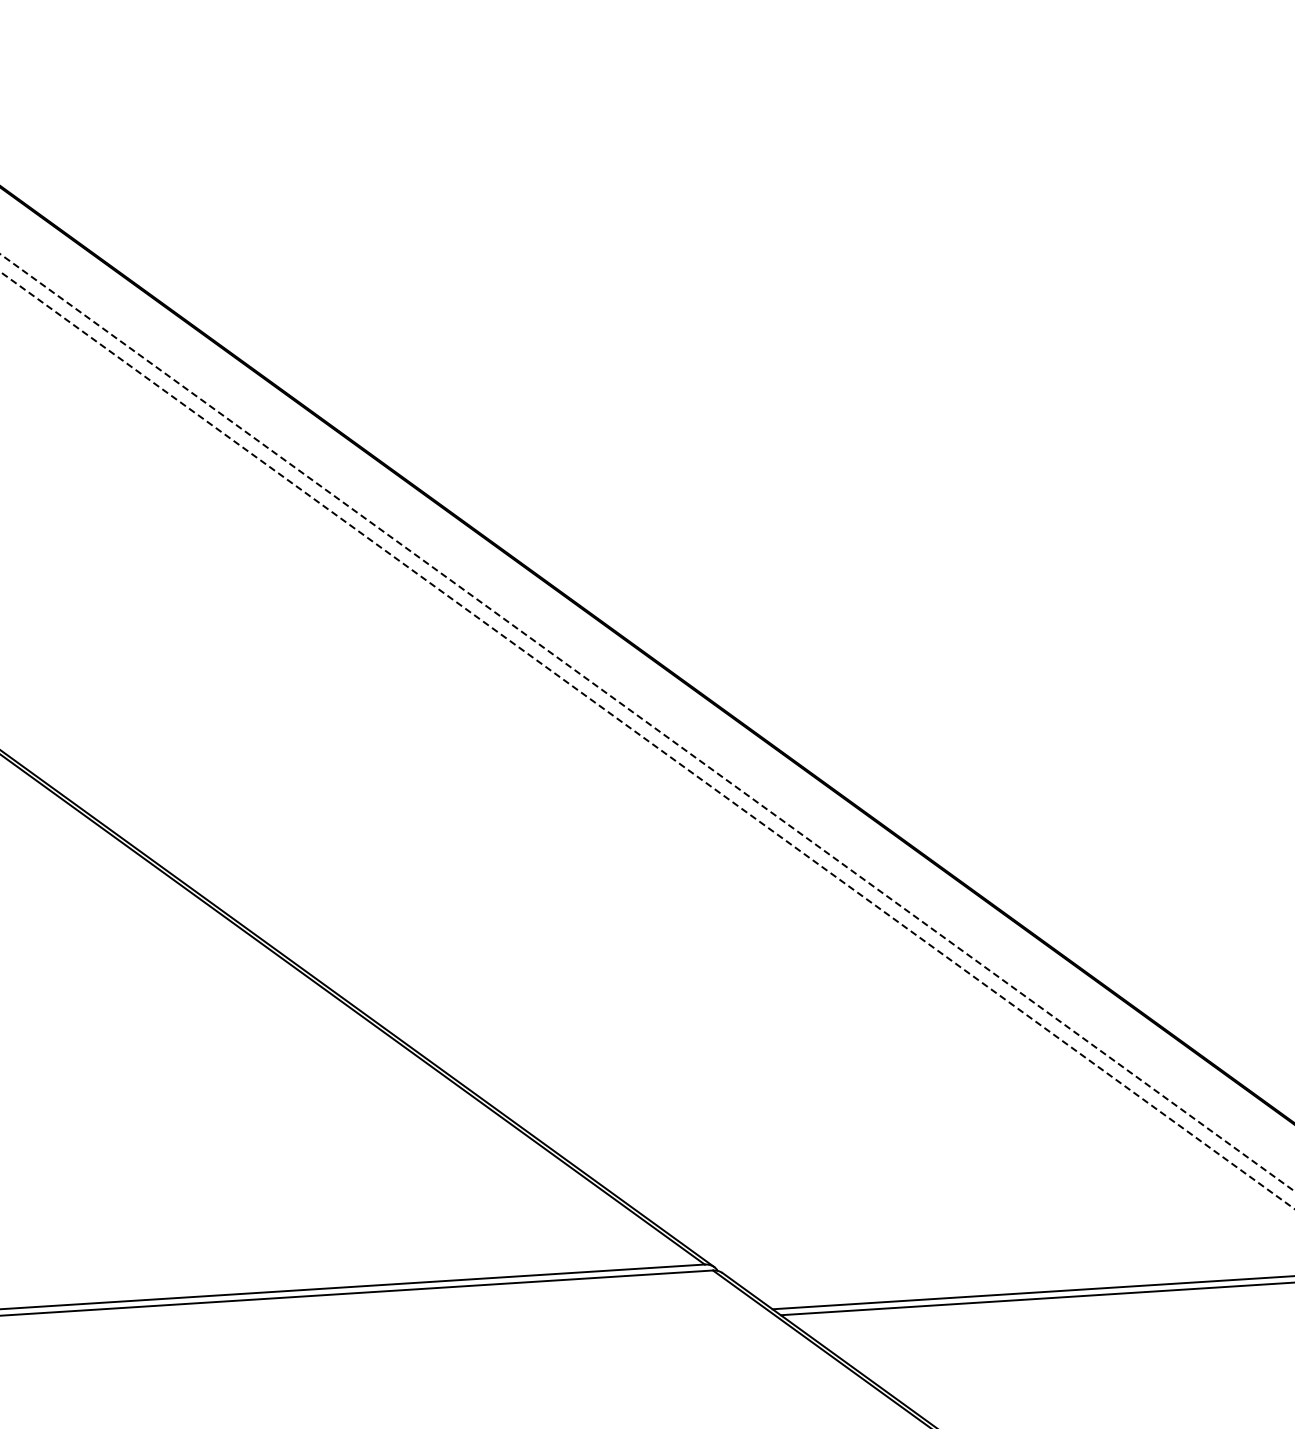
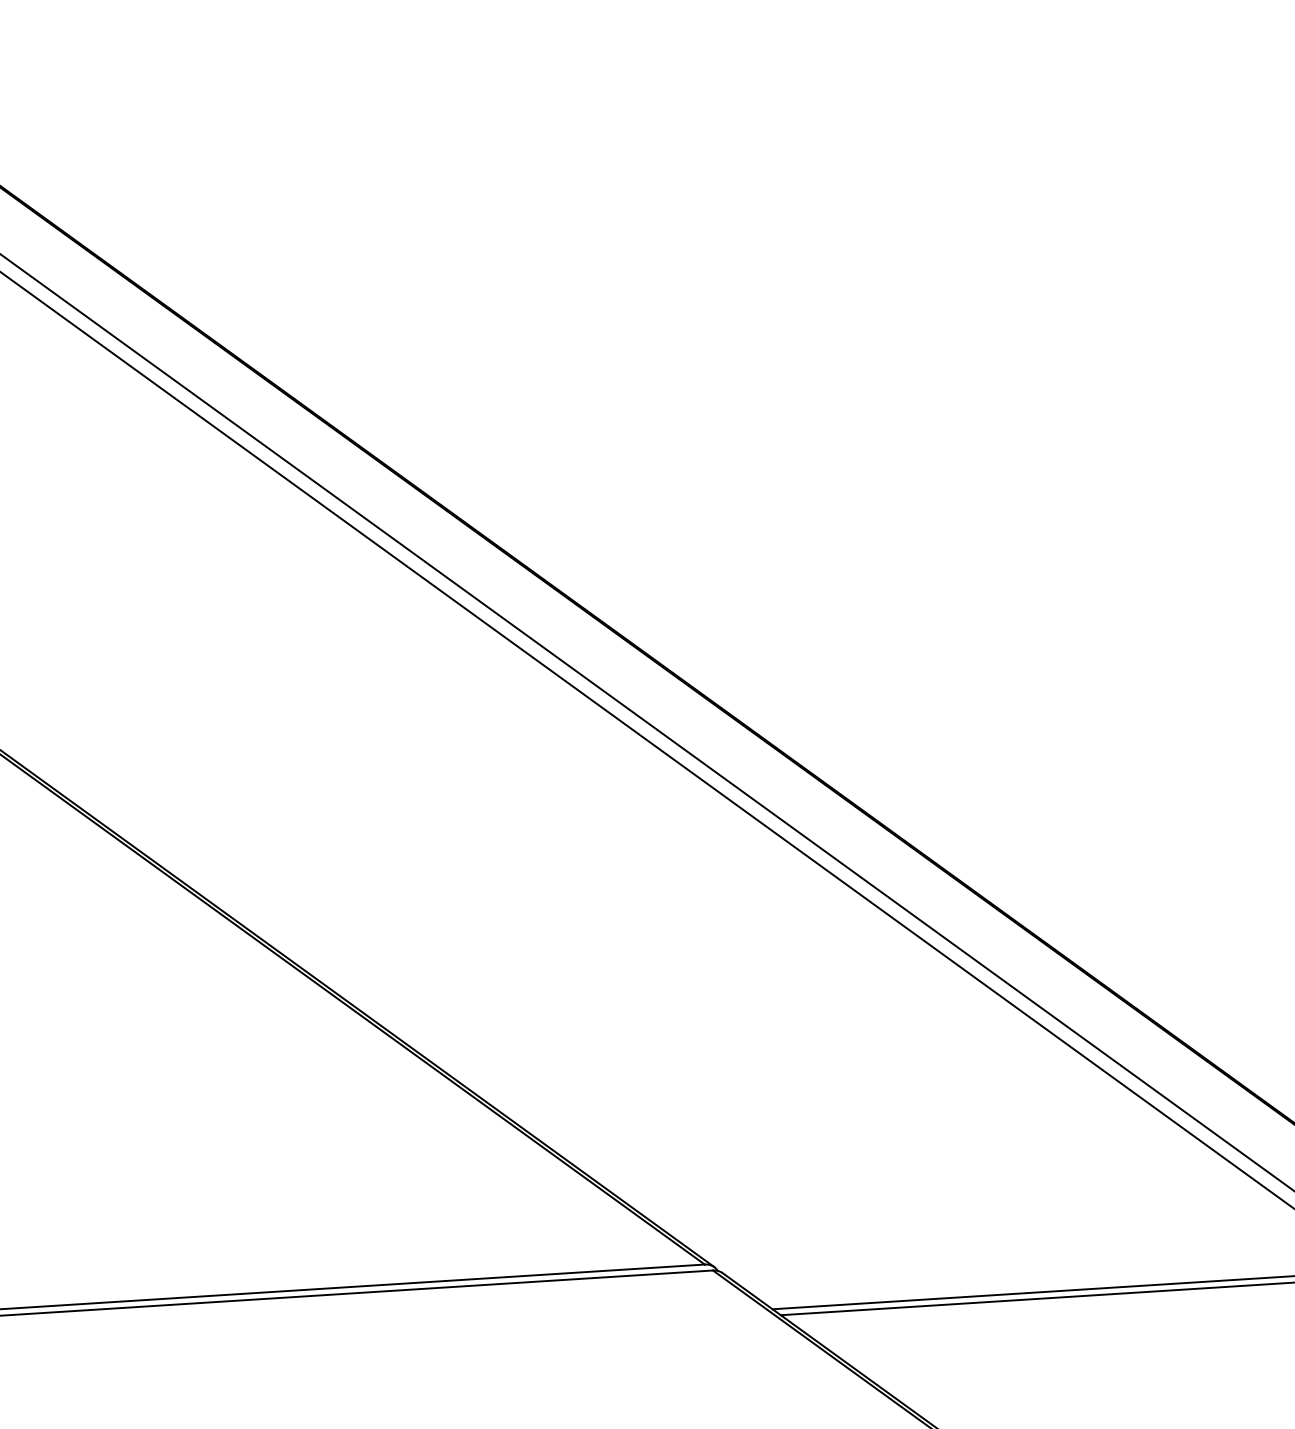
line at (647, 722): dashed -> solid
line at (647, 740): dashed -> solid
